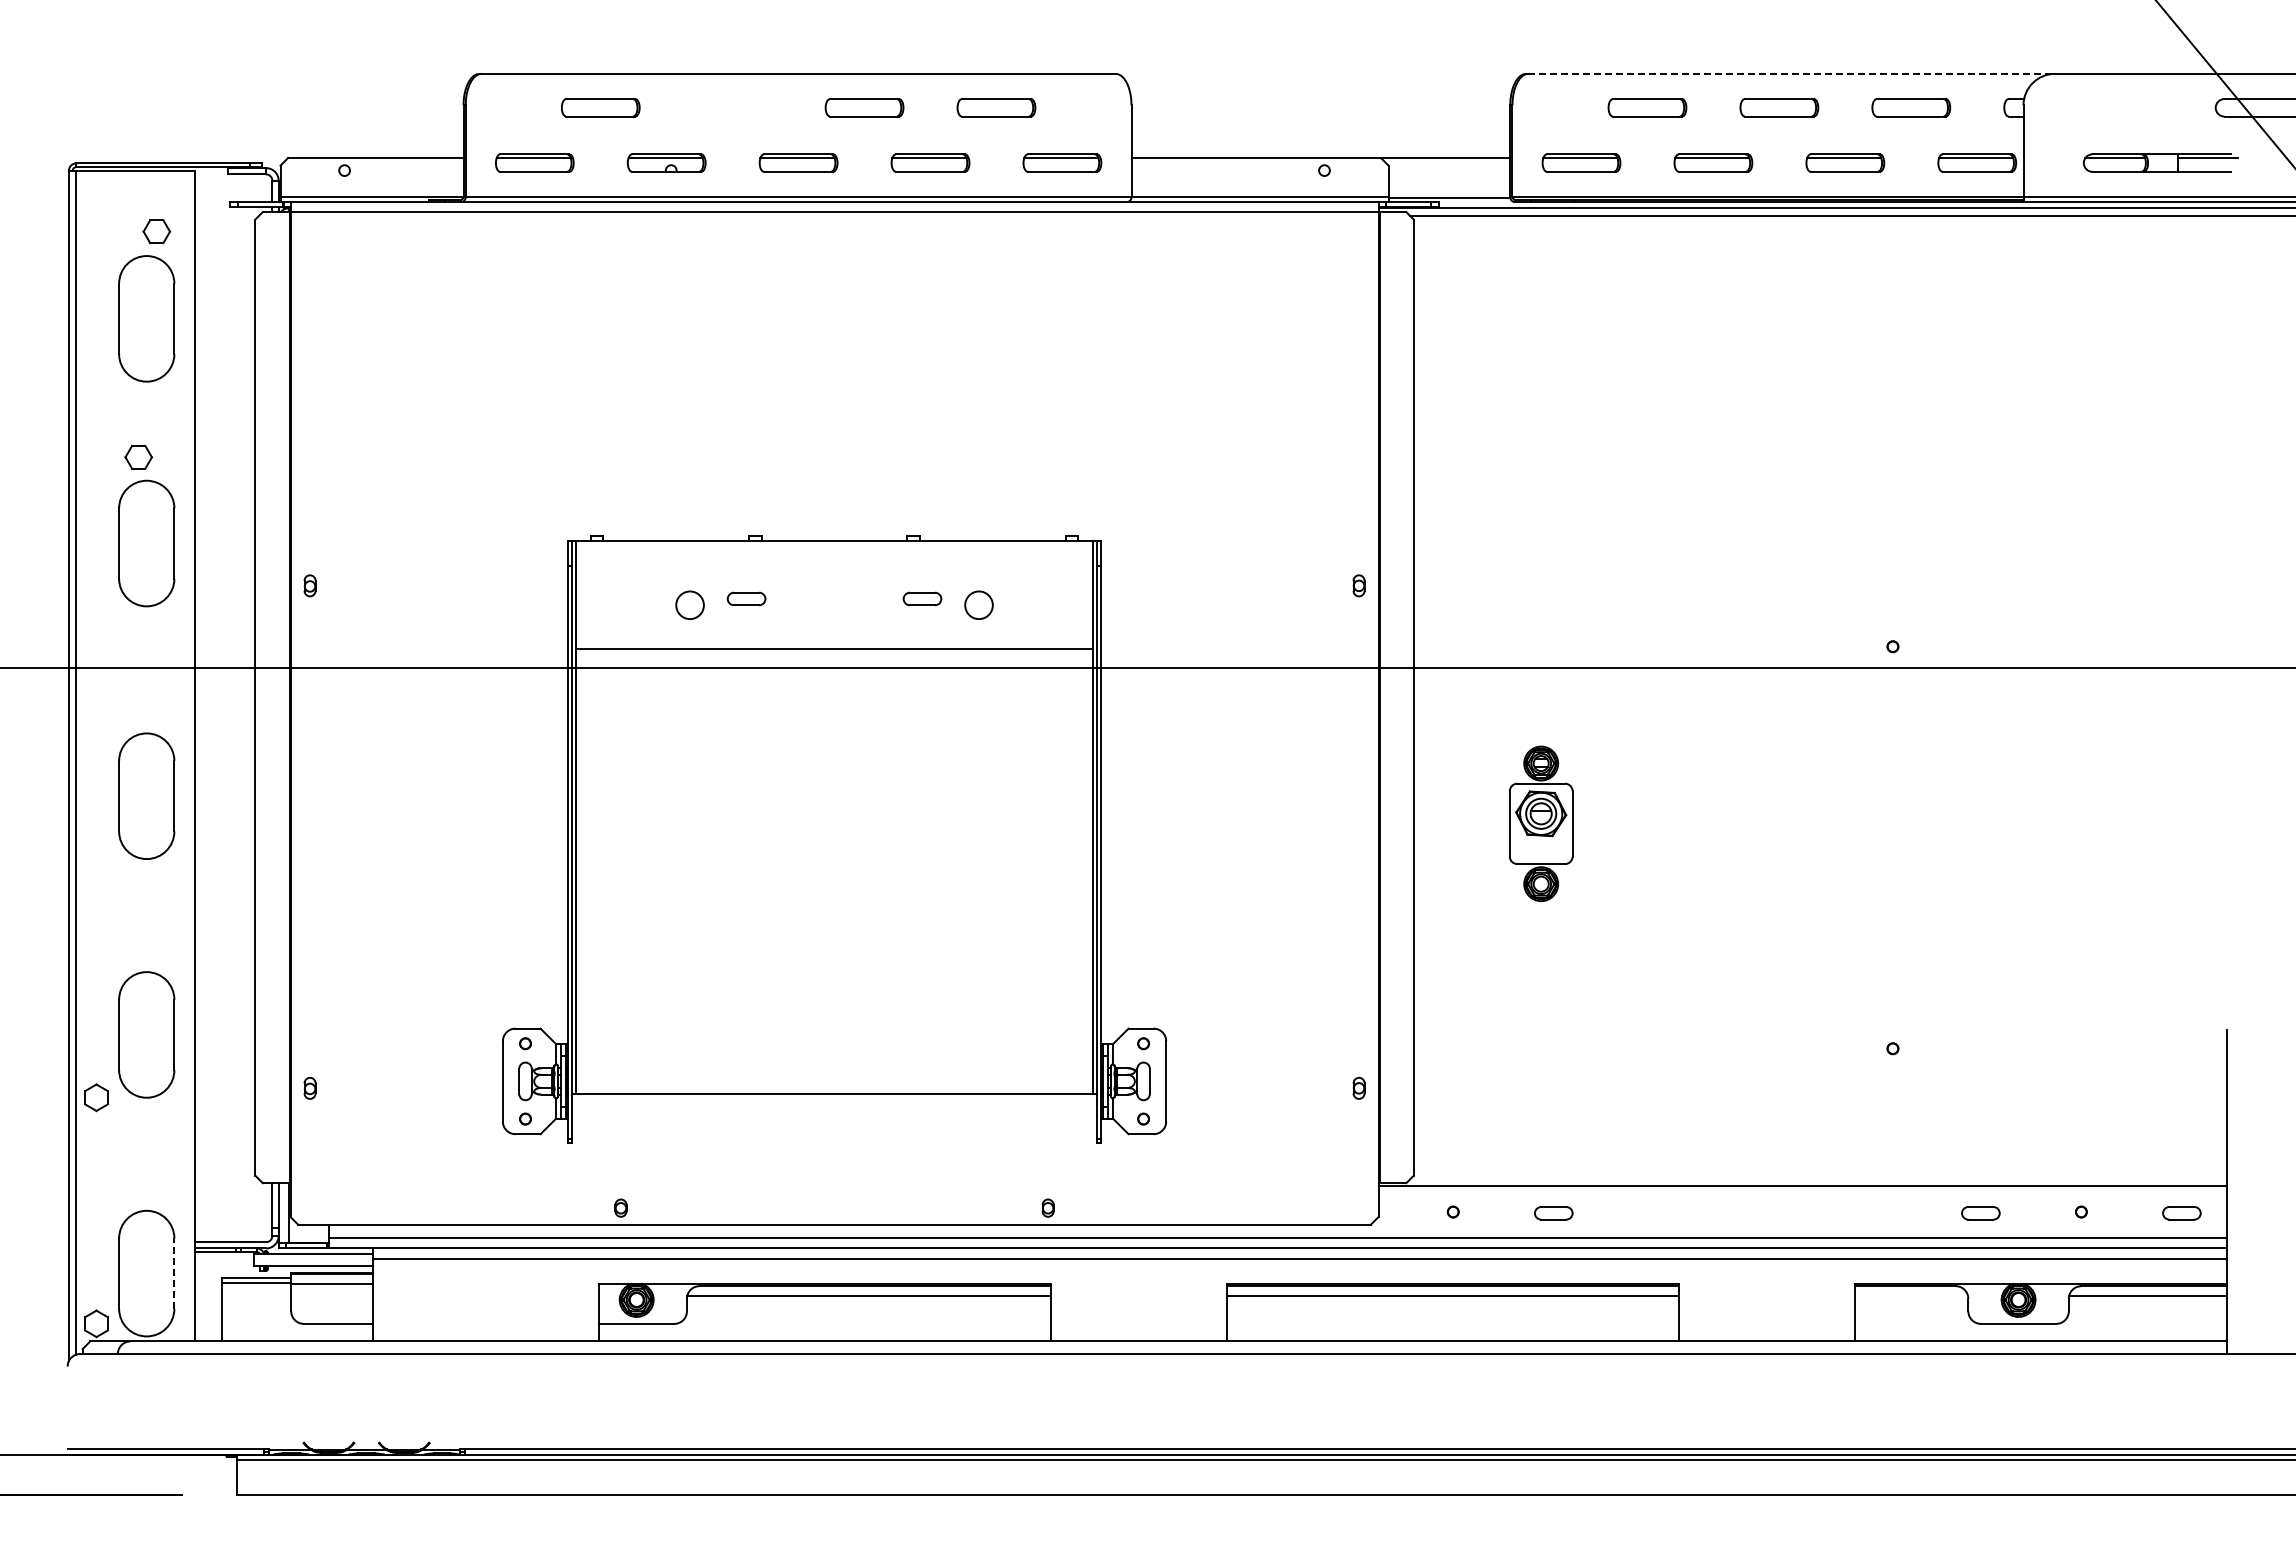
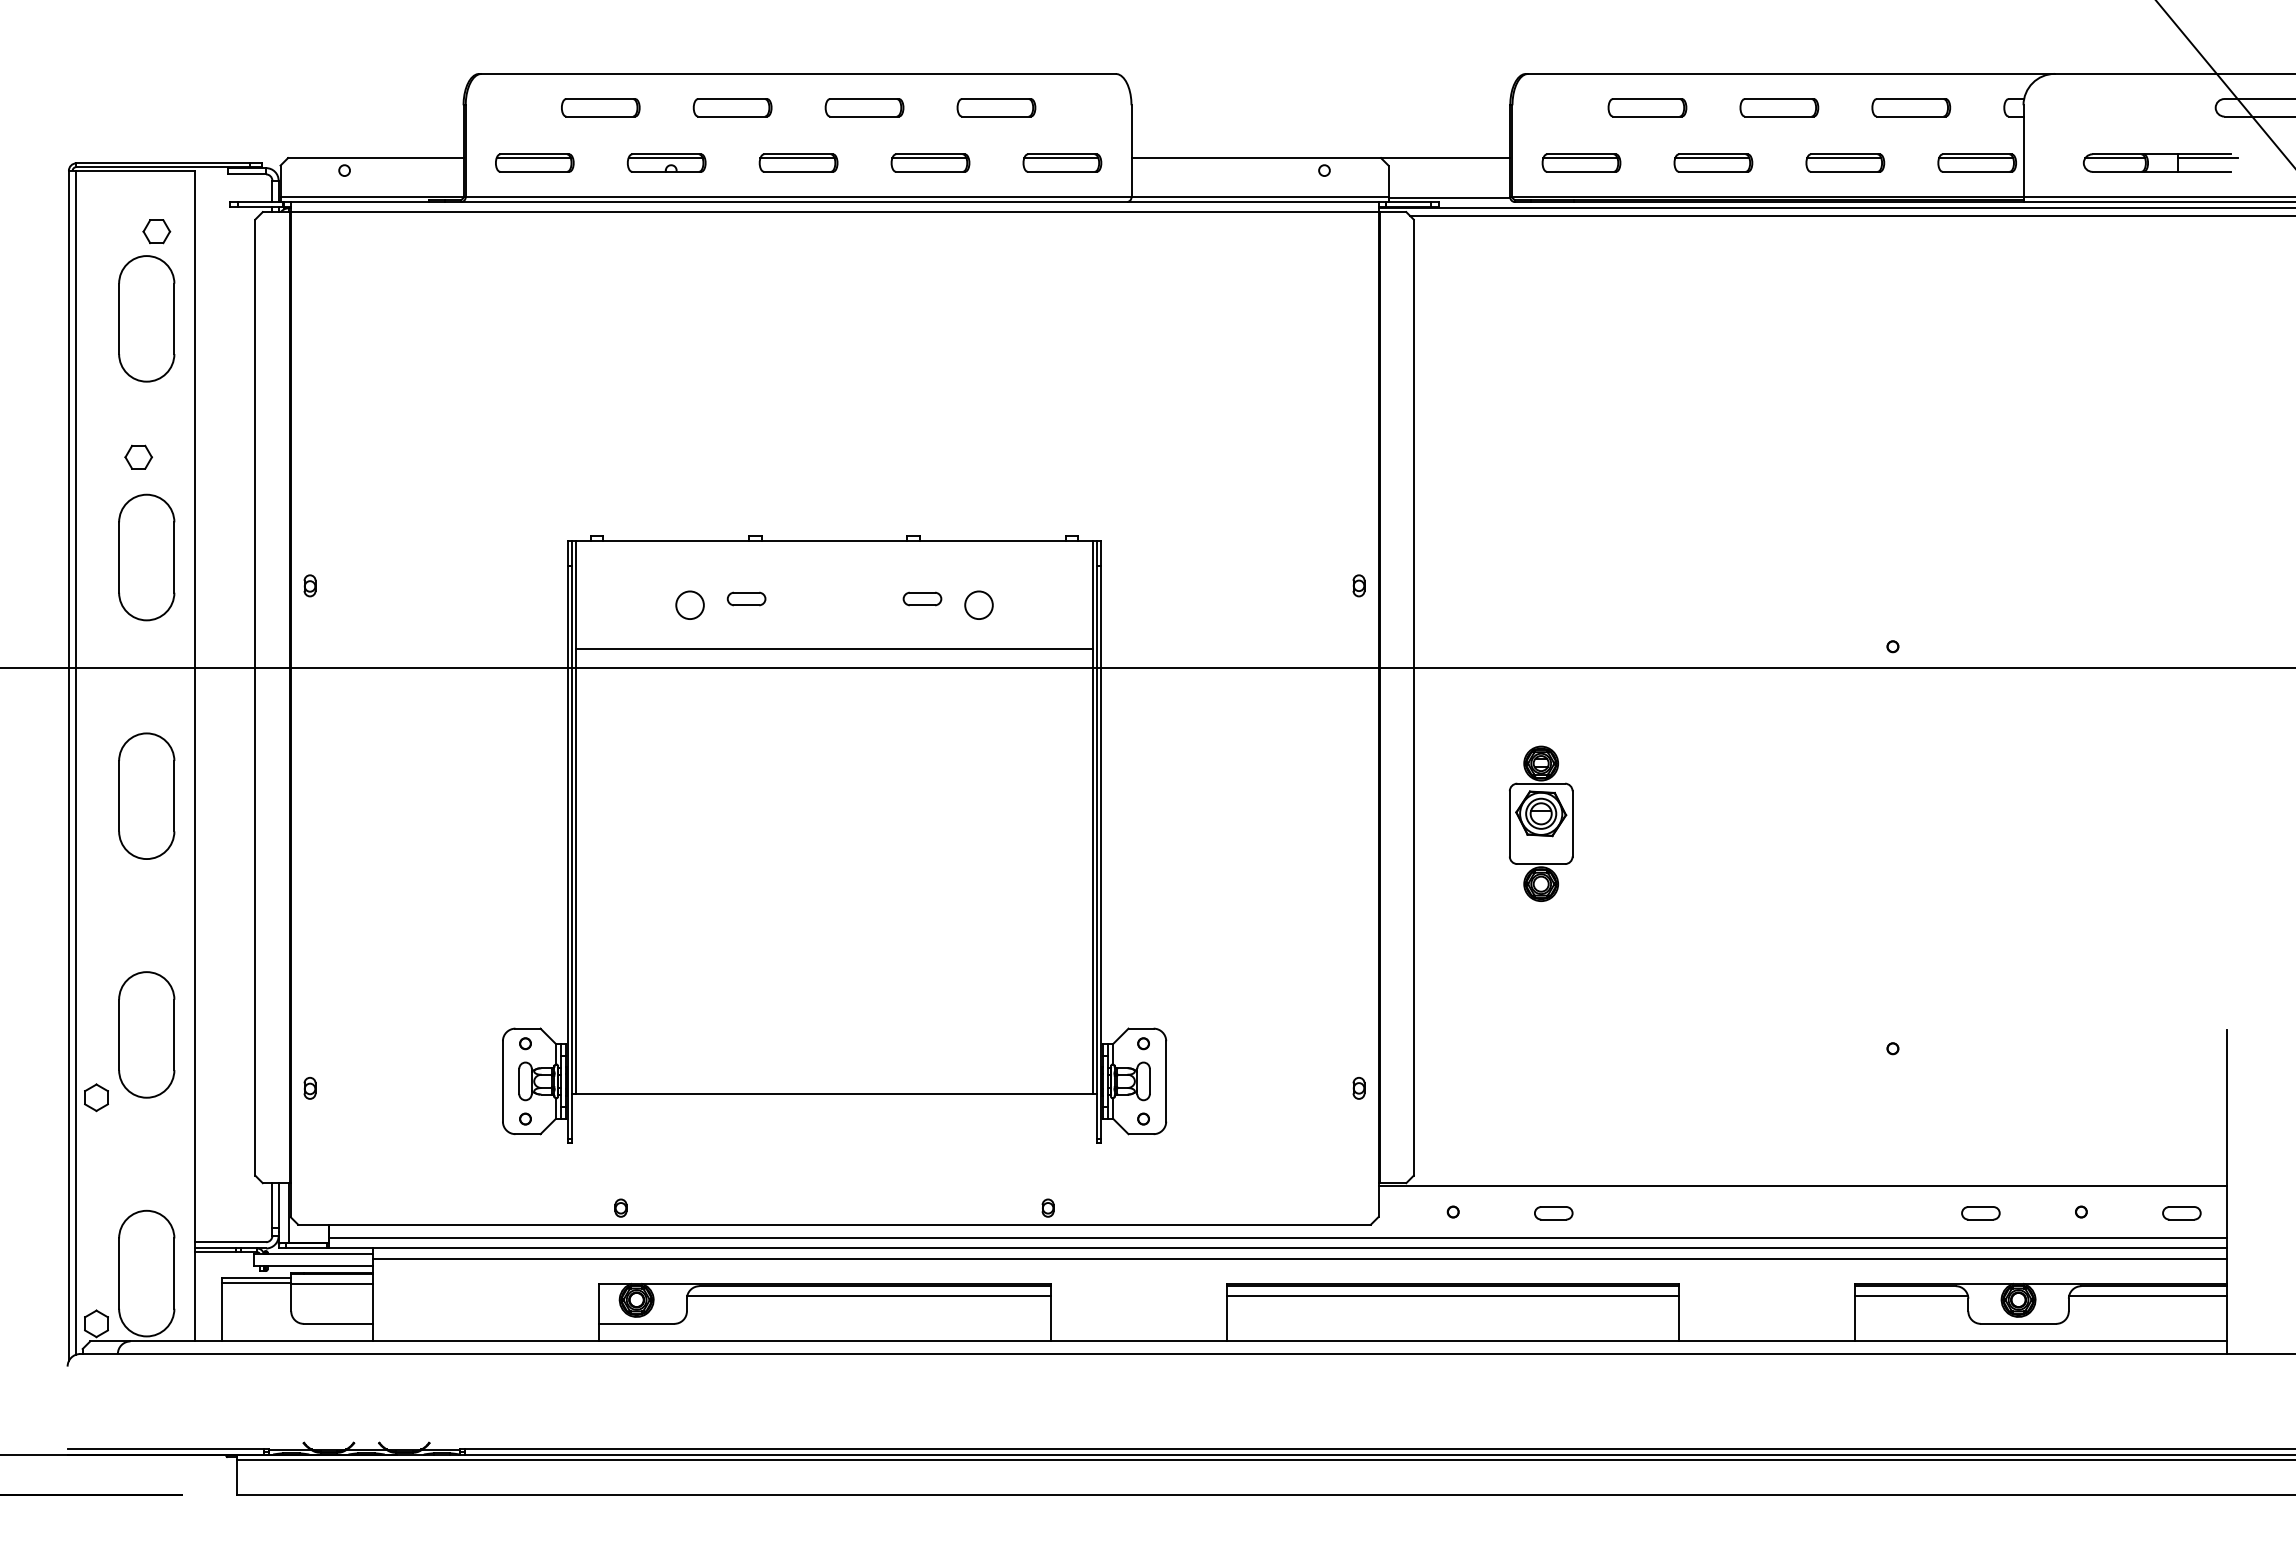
line at (1792, 73): dashed -> solid
part at (732, 107): none -> present
part at (146, 543) position: (146, 543) -> (146, 557)
line at (174, 1273): dashed -> solid
line at (1911, 1296): none -> present
